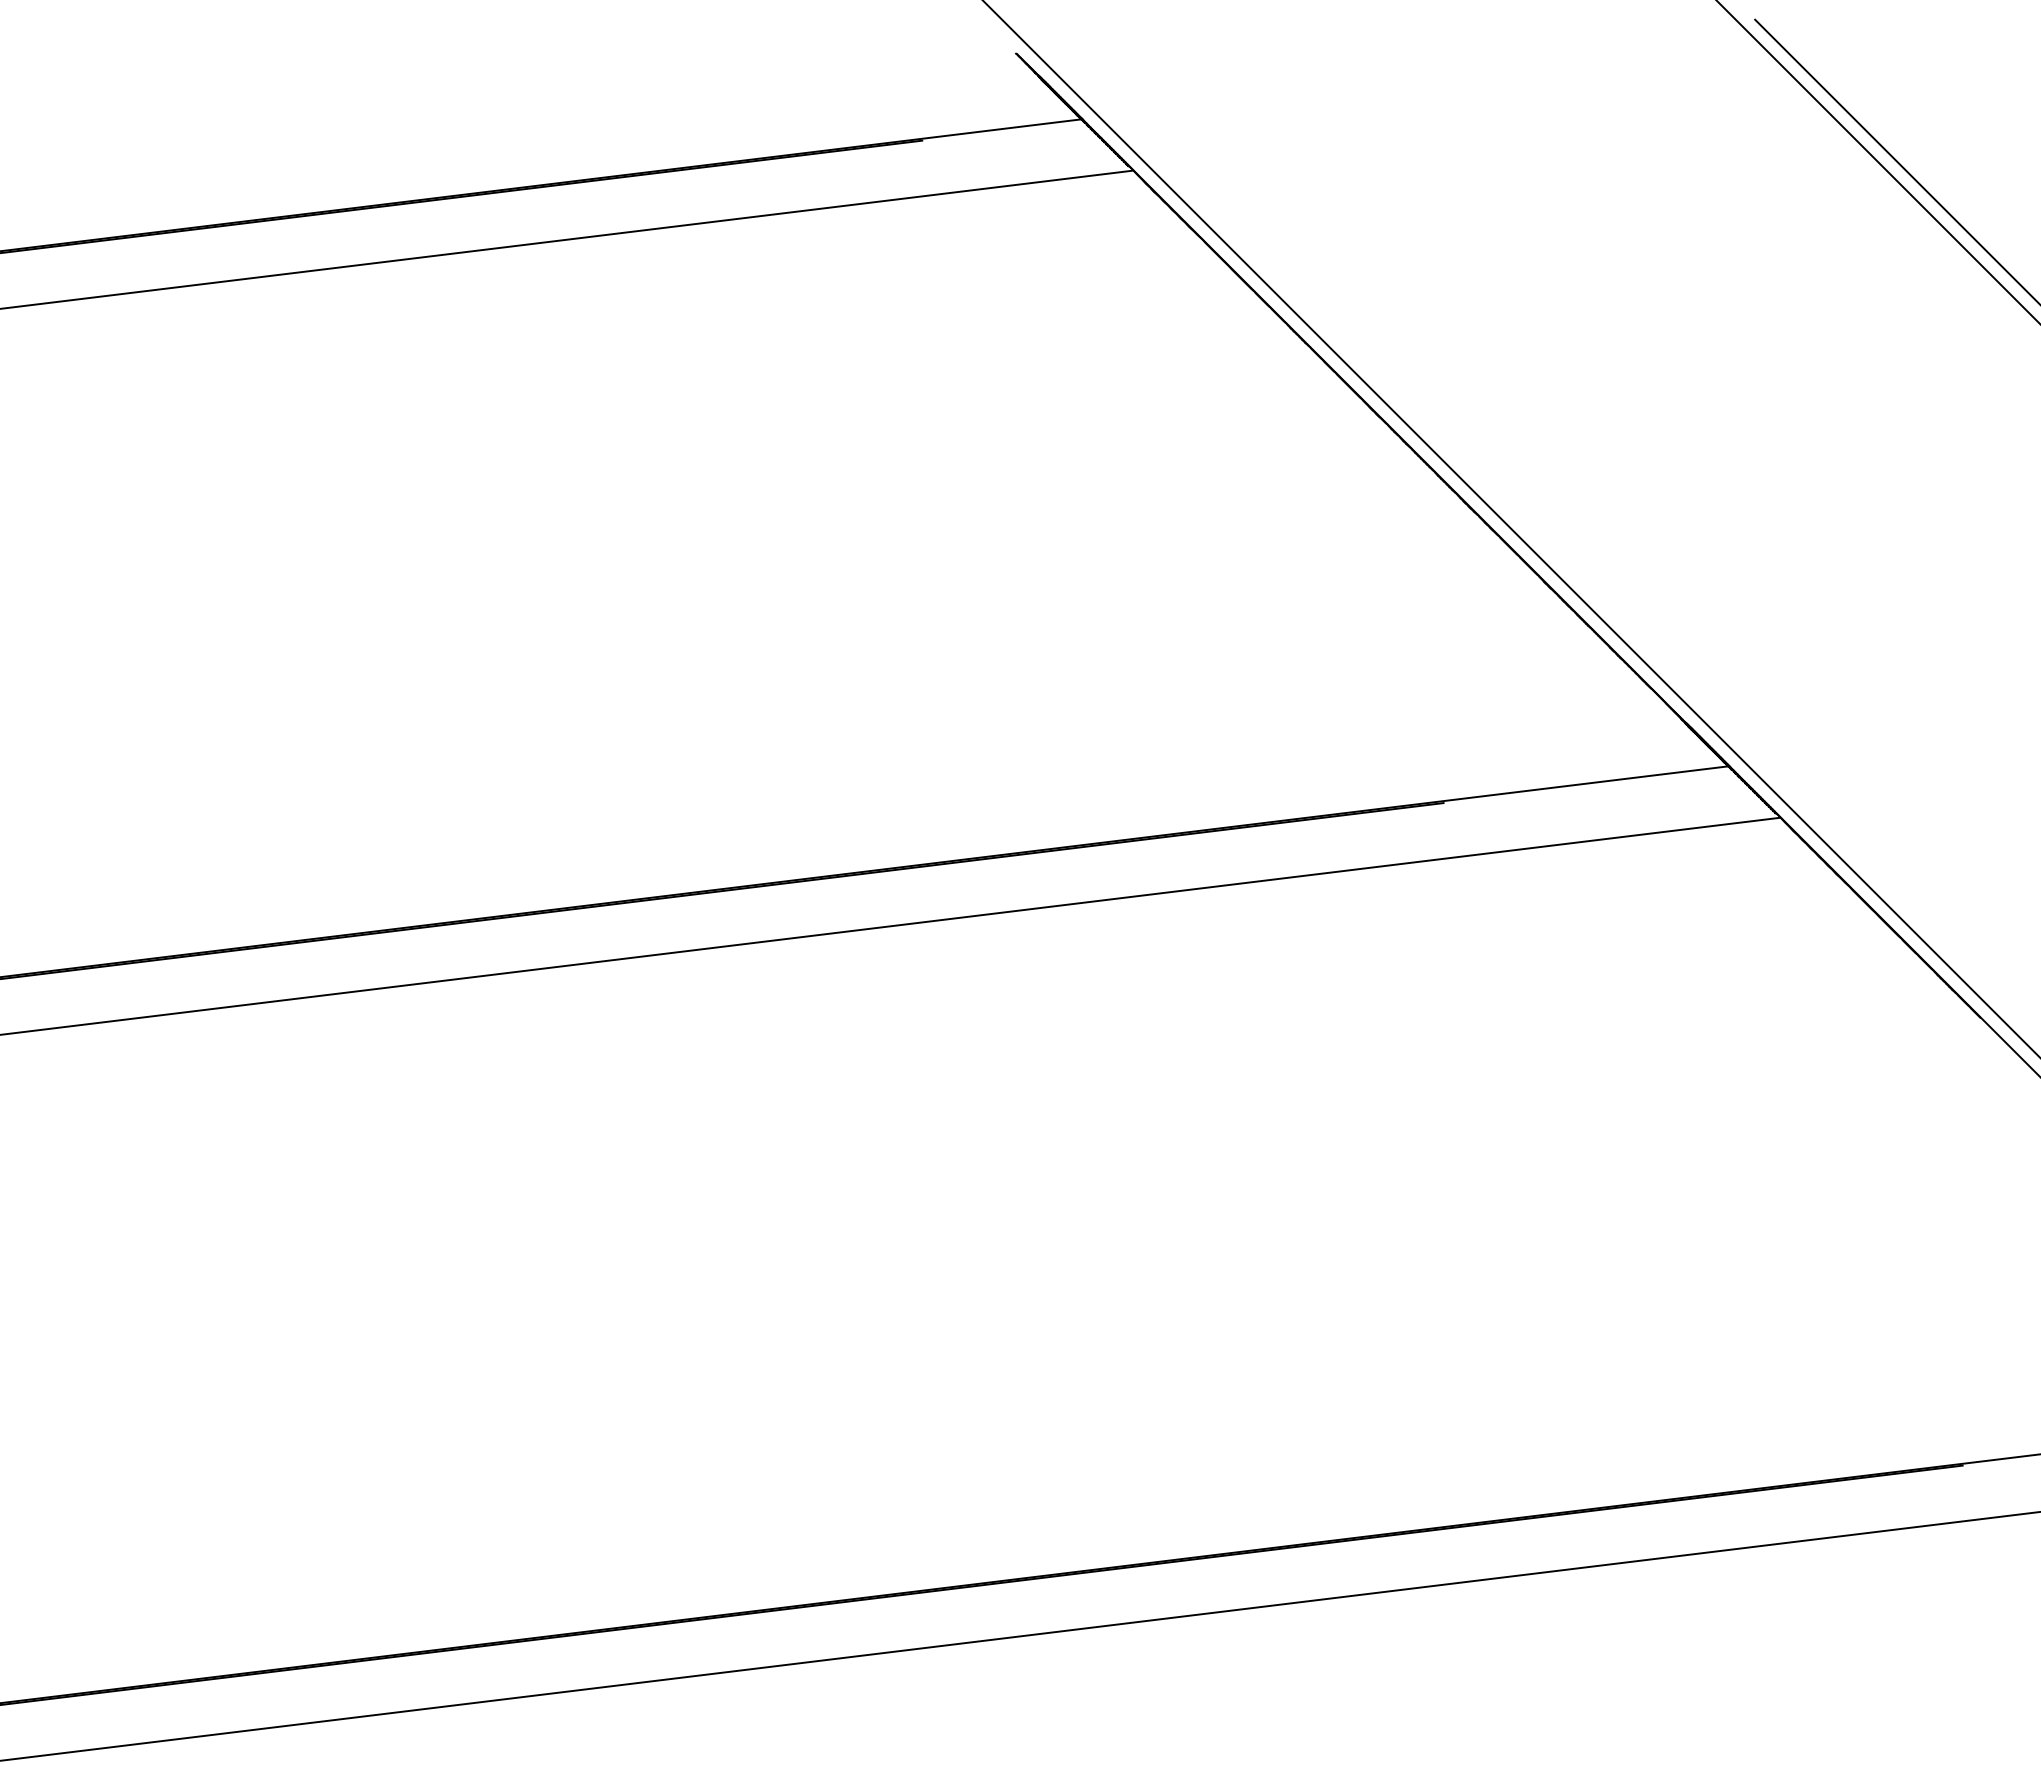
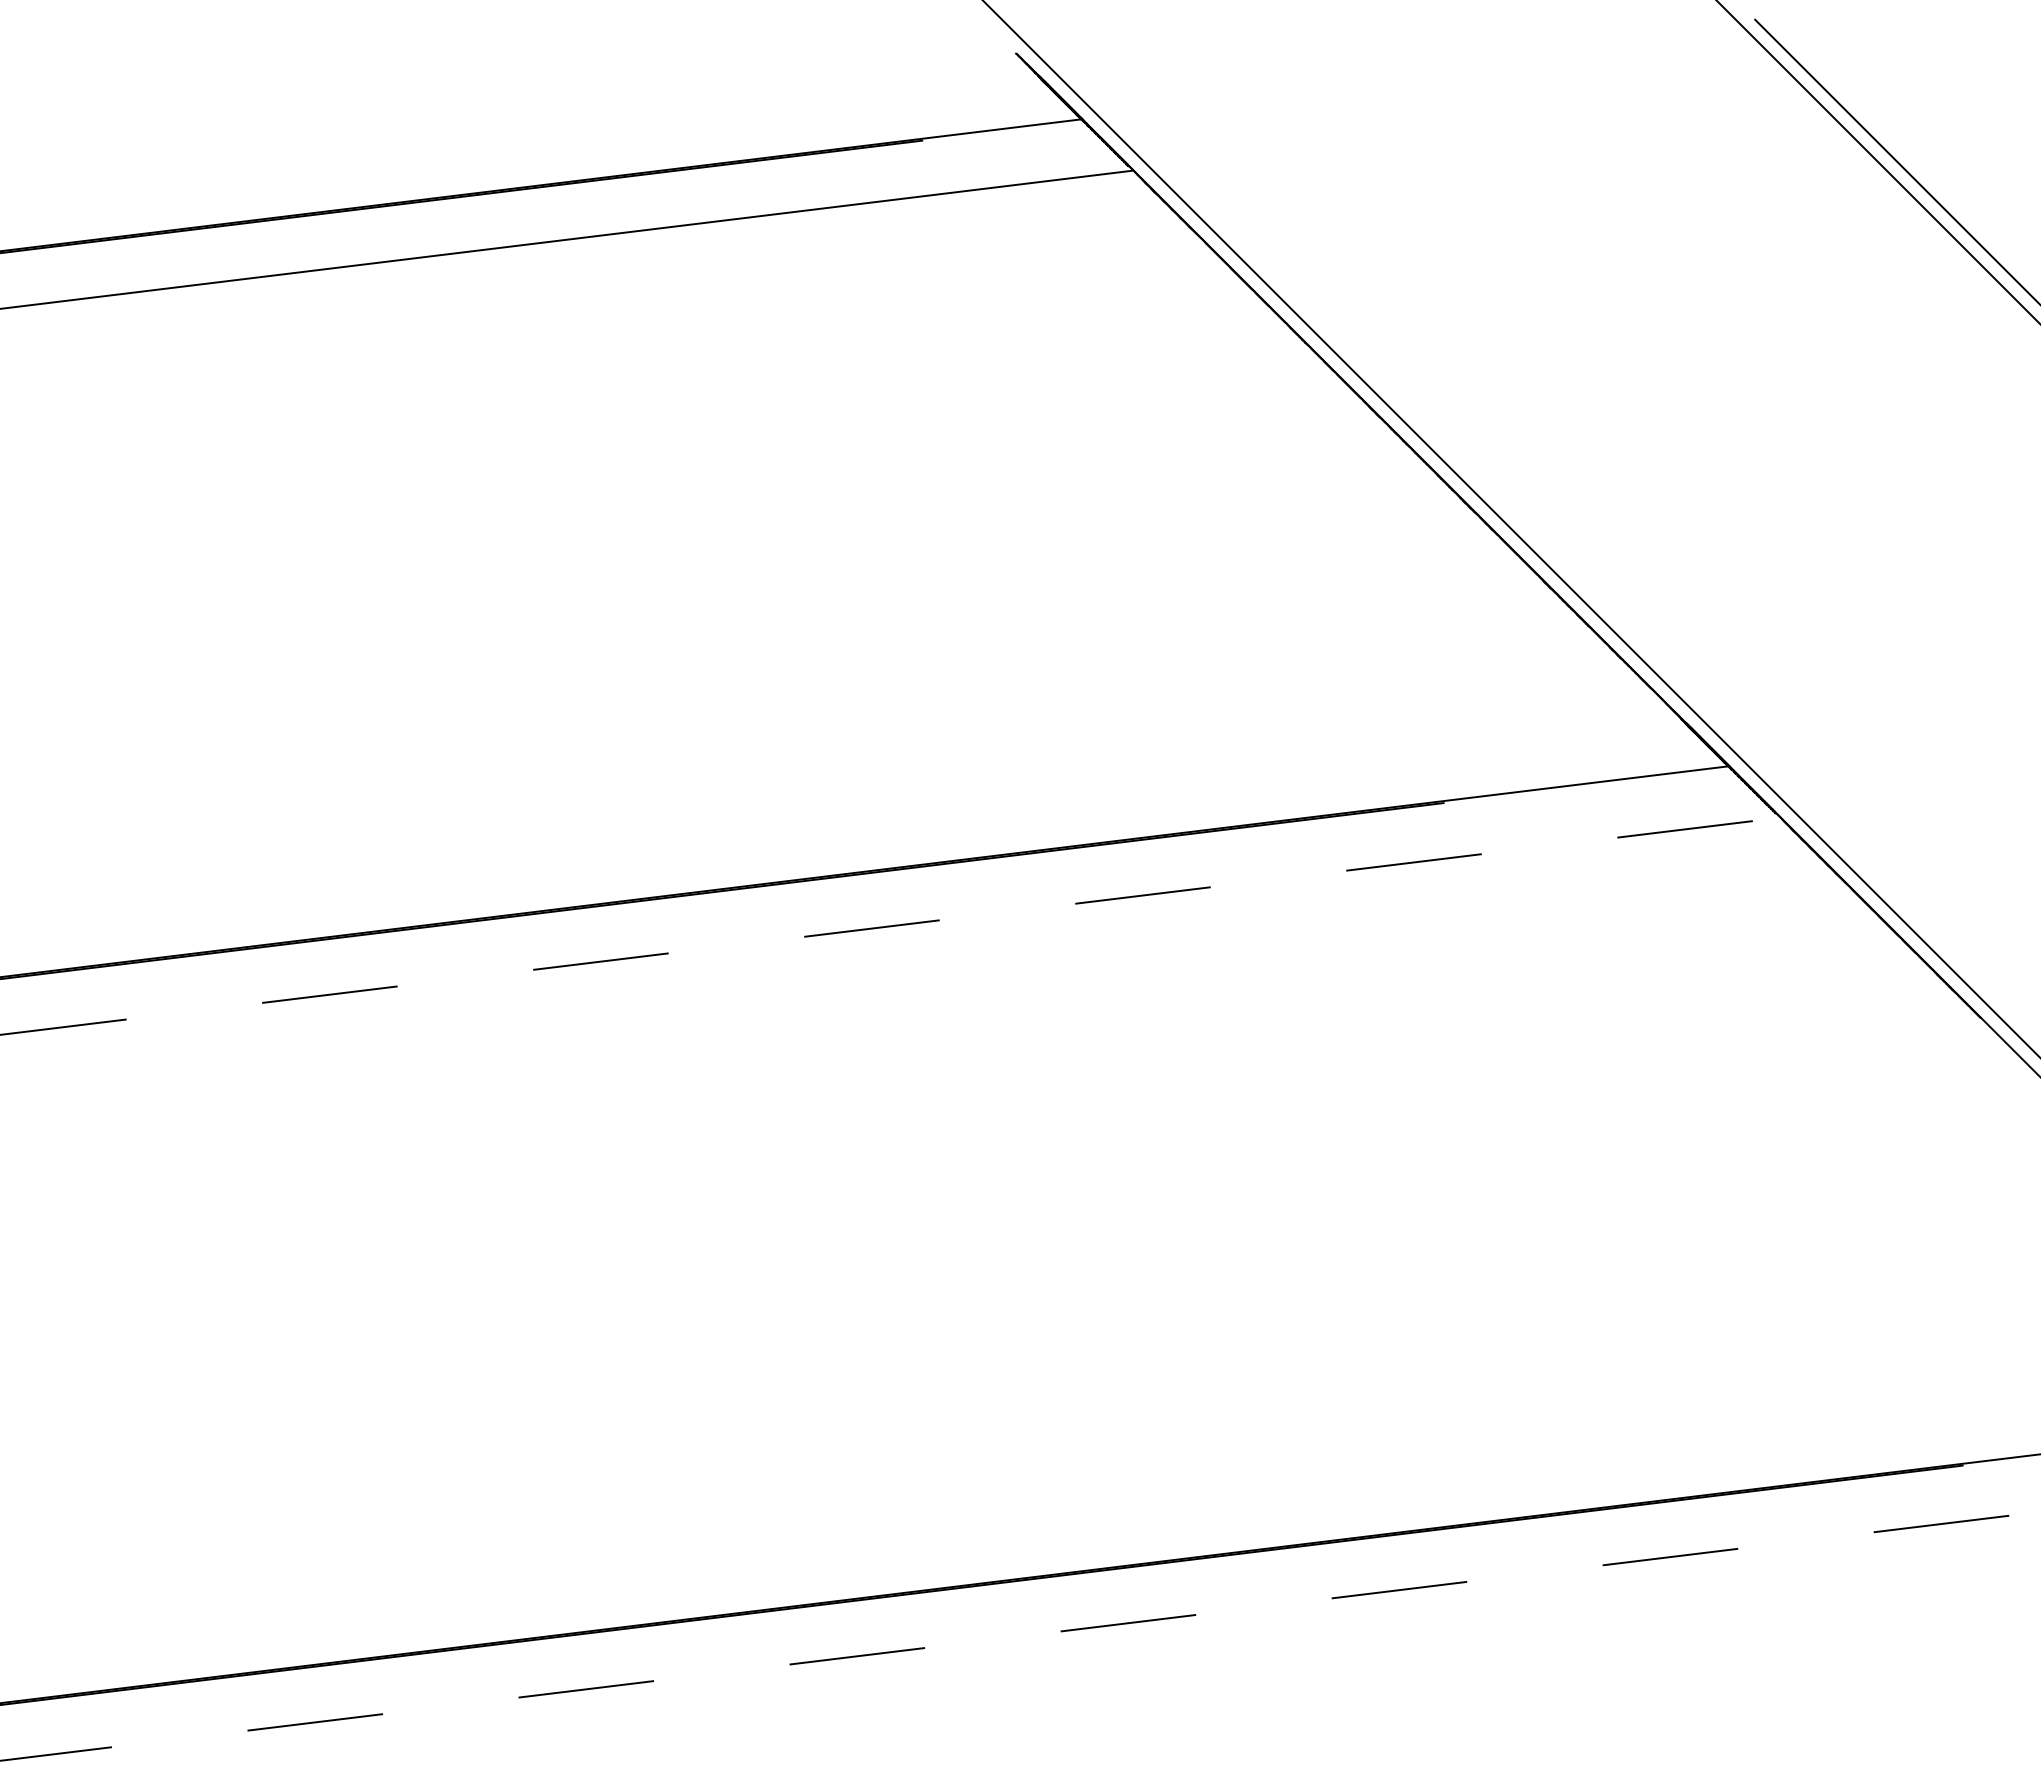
line at (890, 926): solid -> dashed
line at (1021, 1636): solid -> dashed
